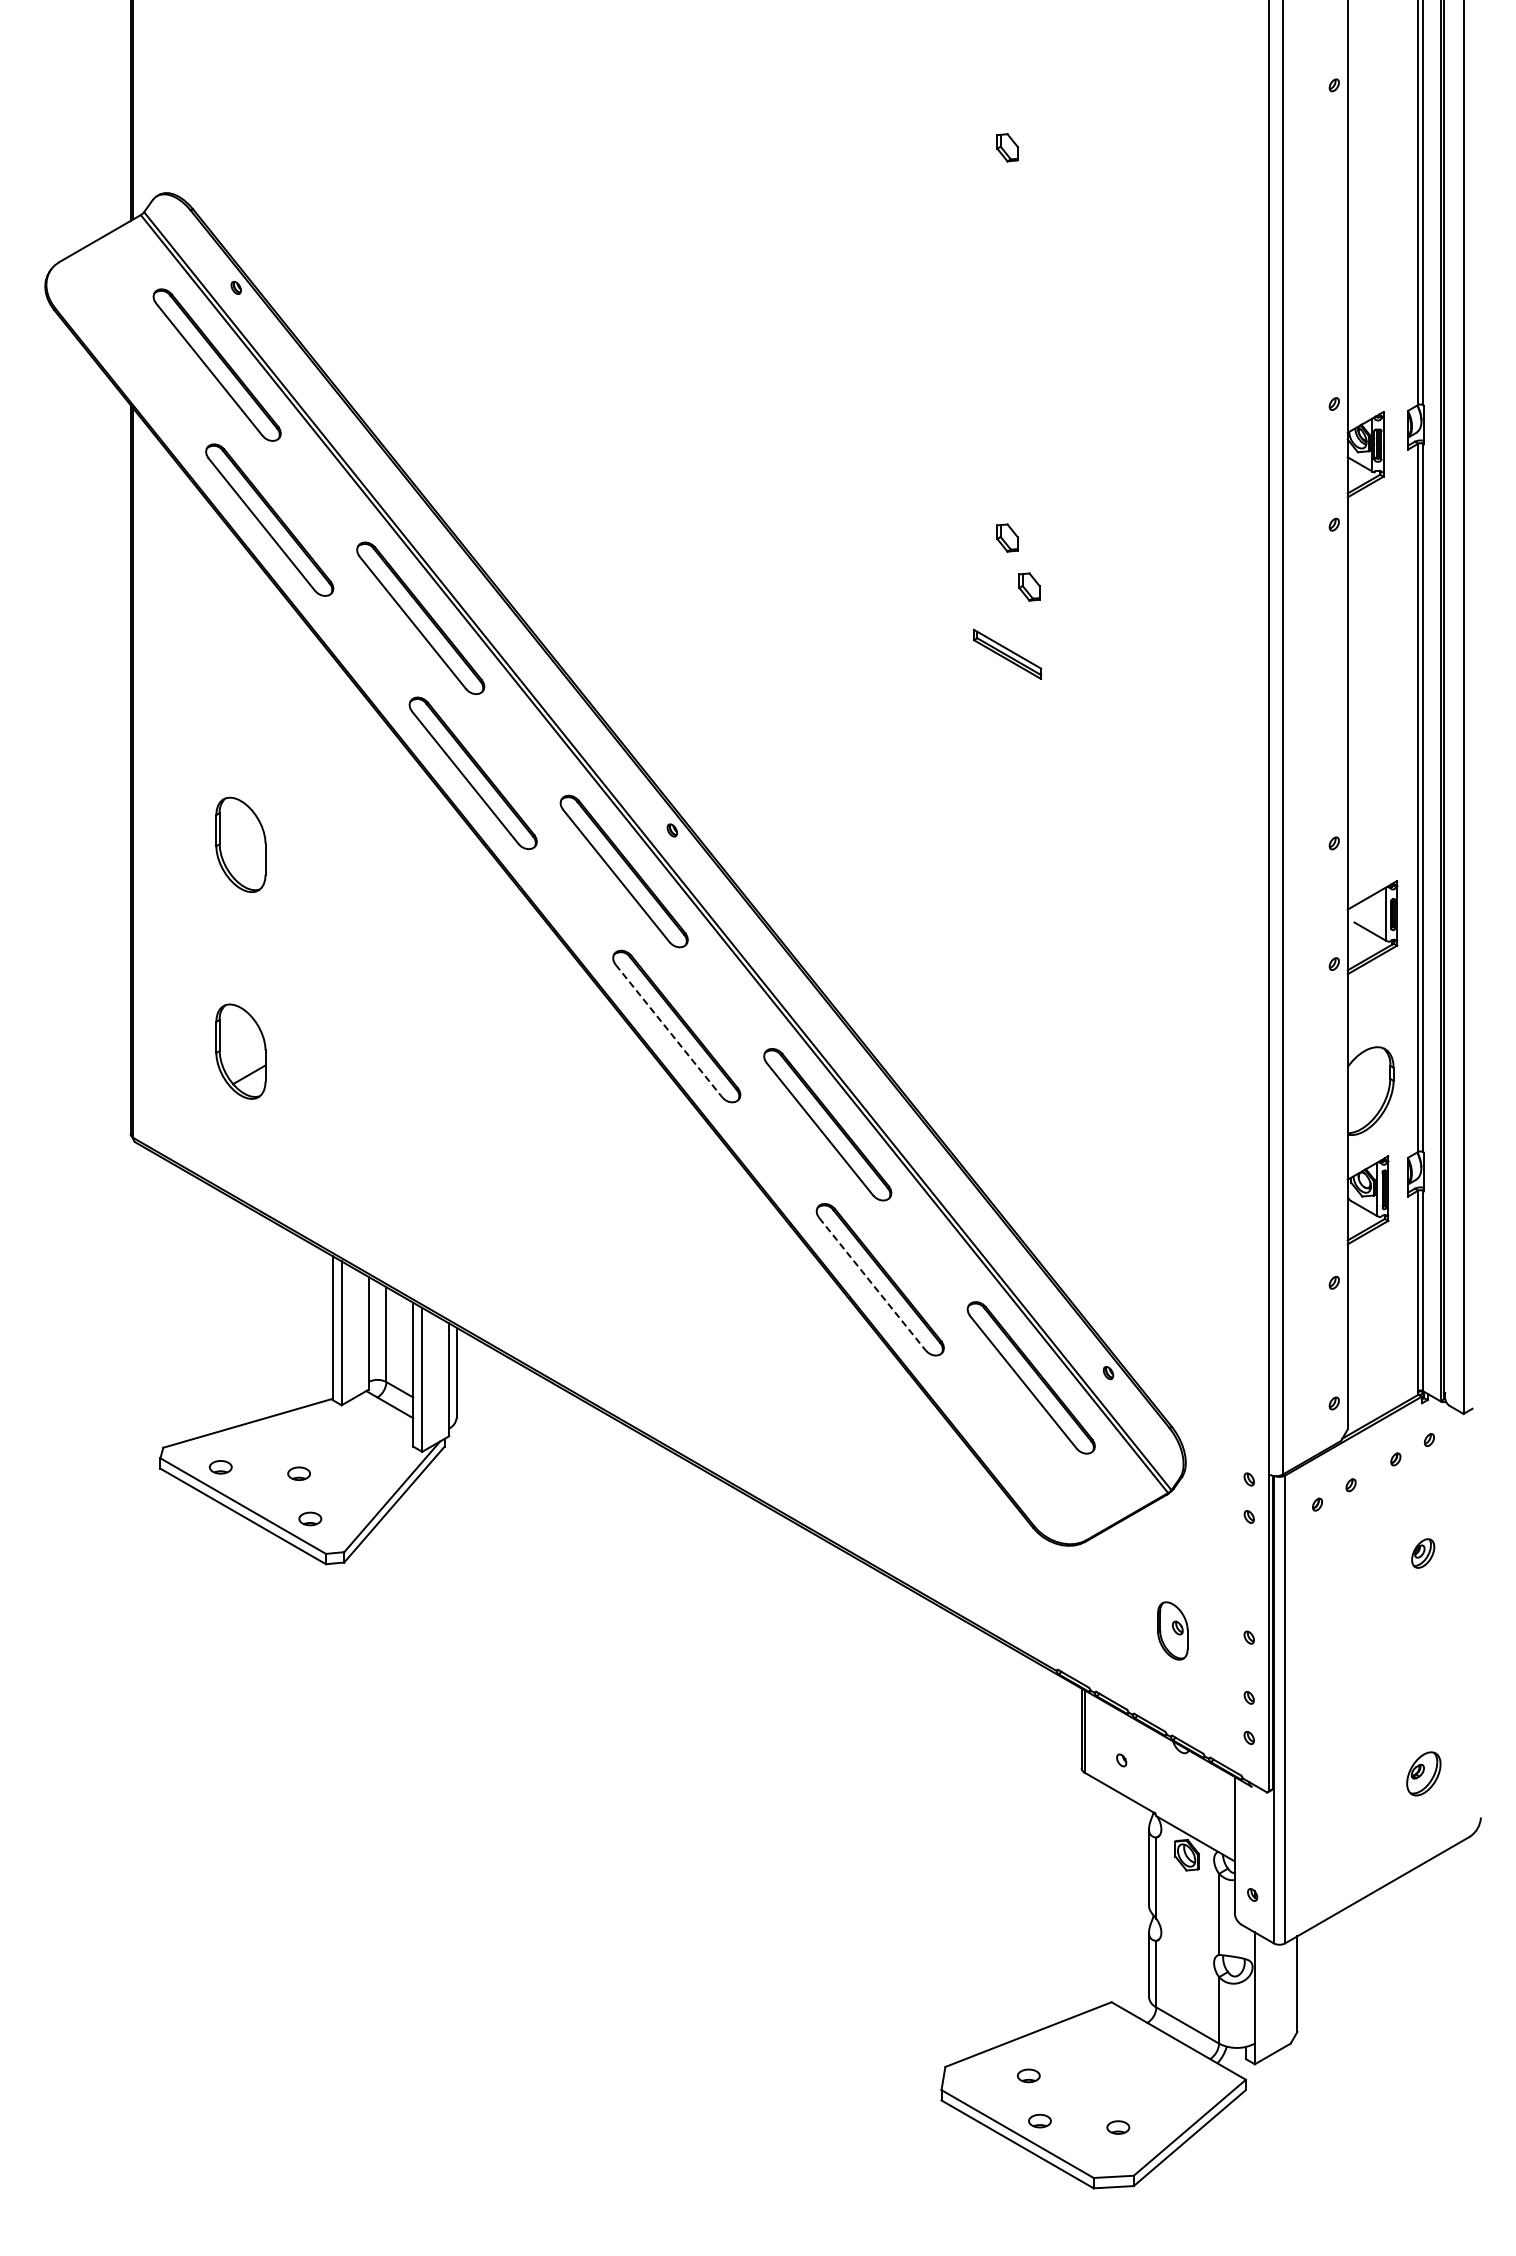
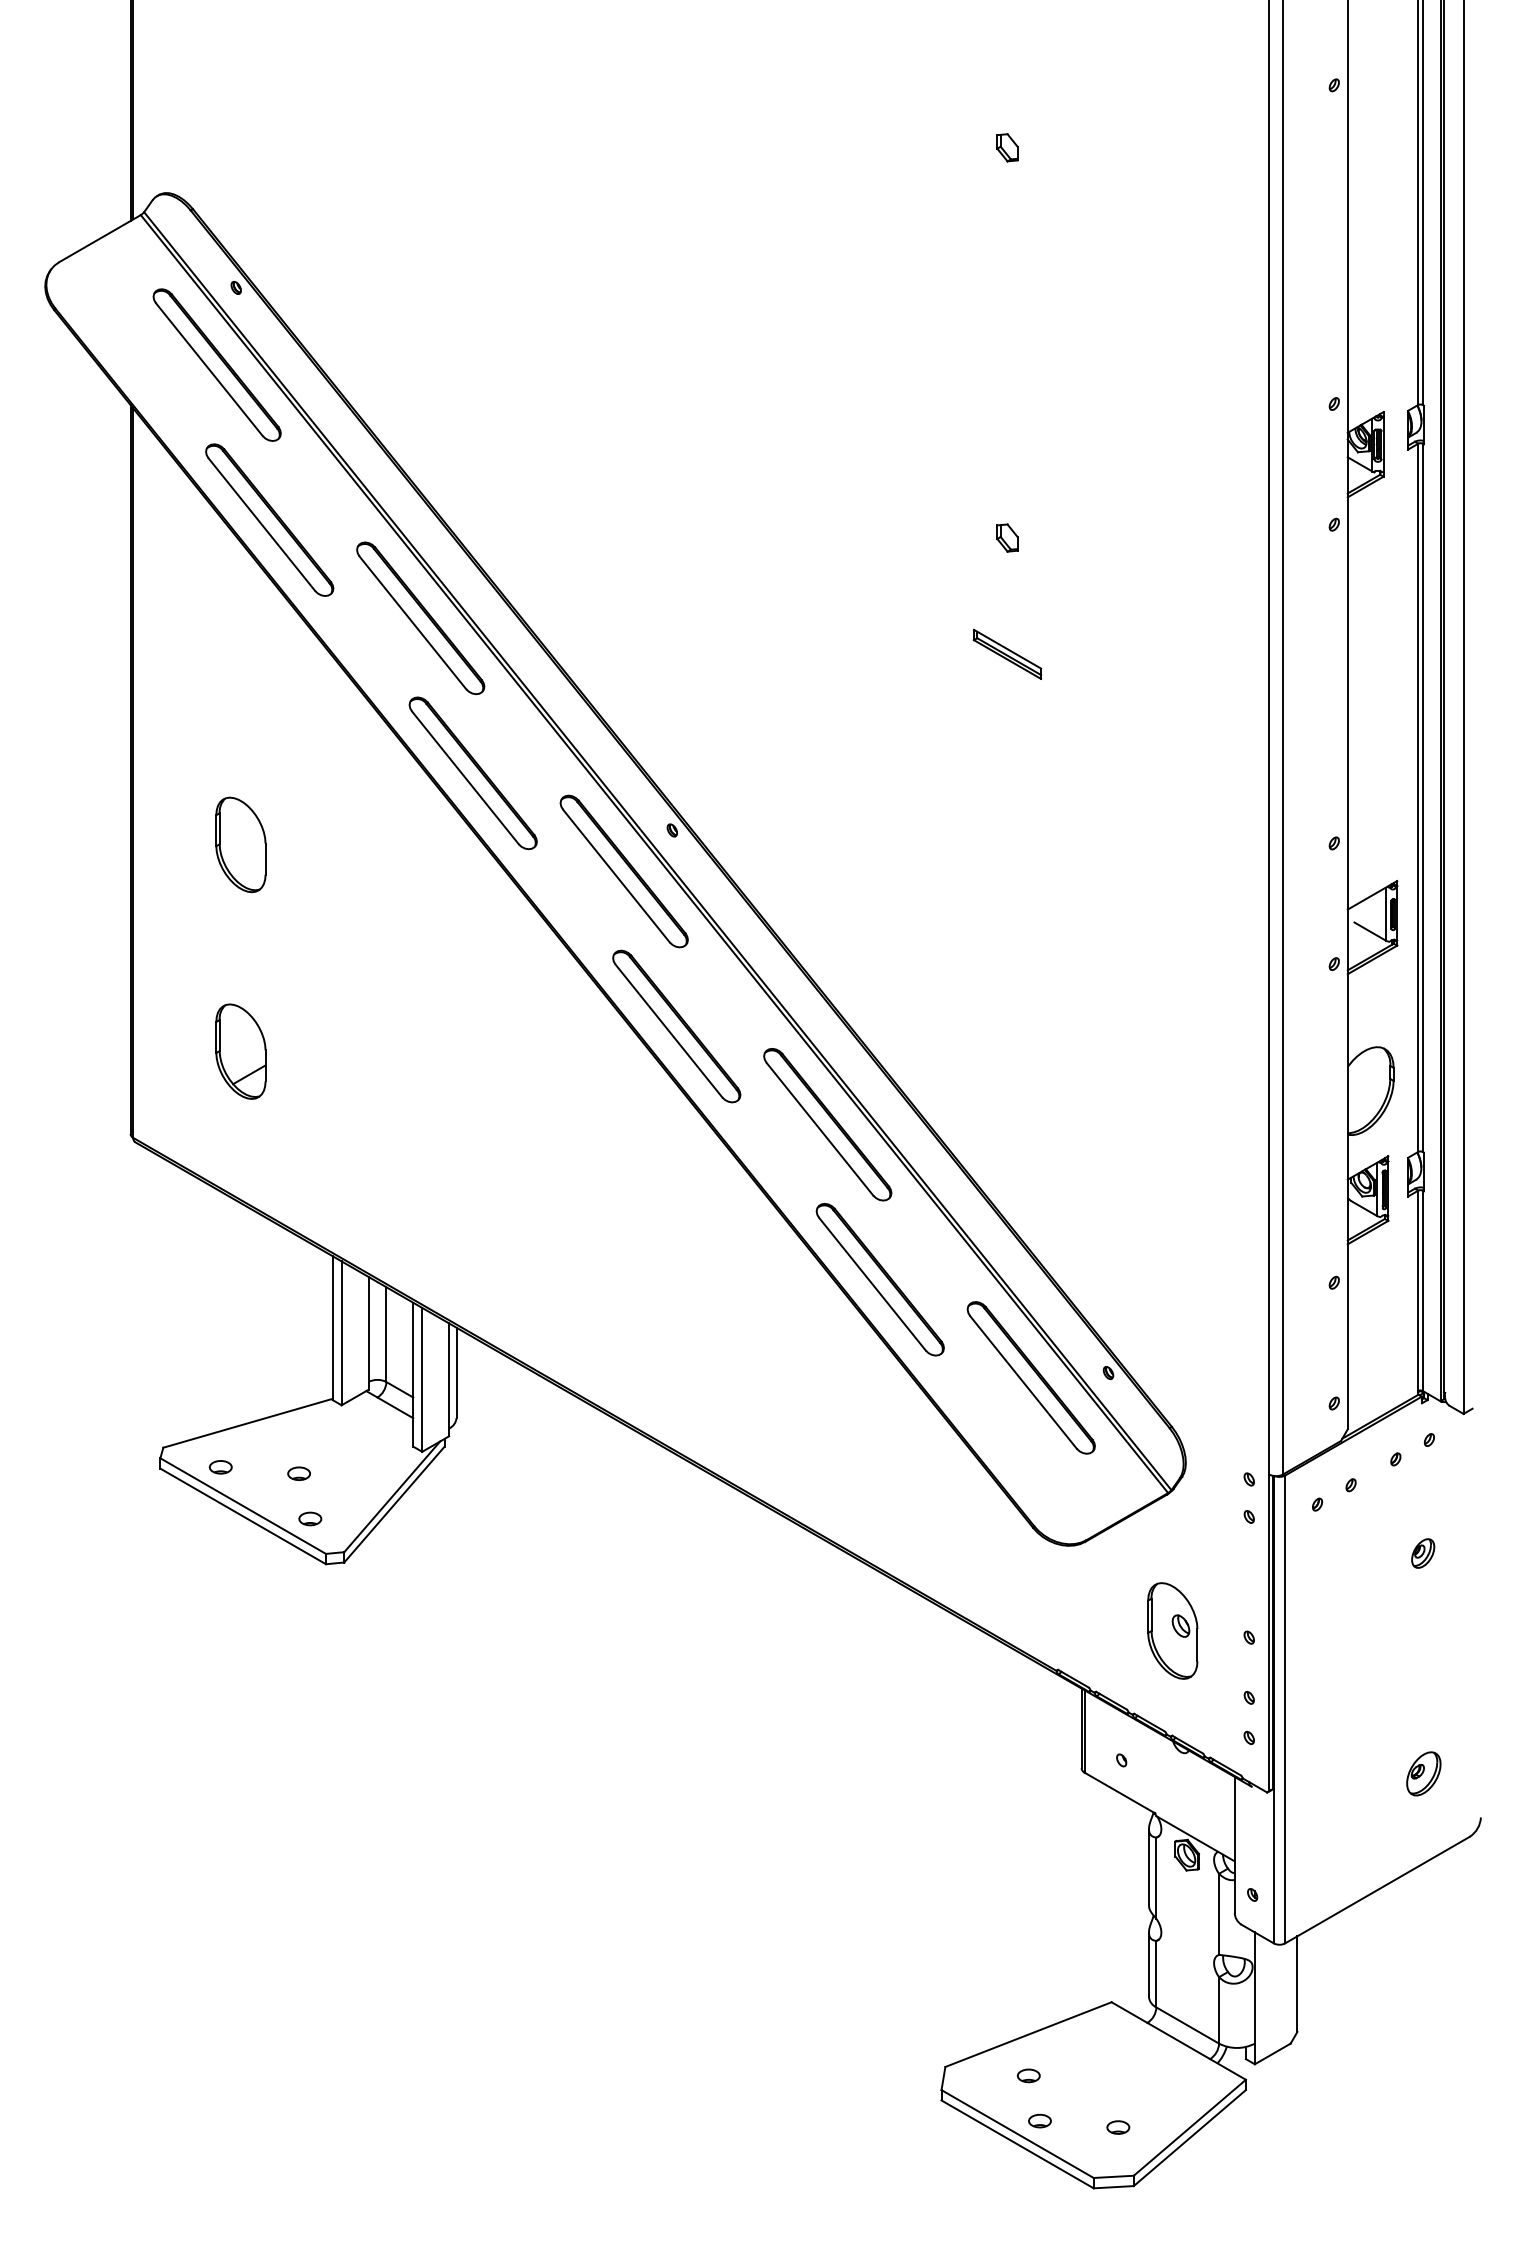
part at (1029, 586): present -> none
line at (669, 1031): dashed -> solid
line at (872, 1284): dashed -> solid
part at (1172, 1630) size: 32x60 px -> 52x98 px
